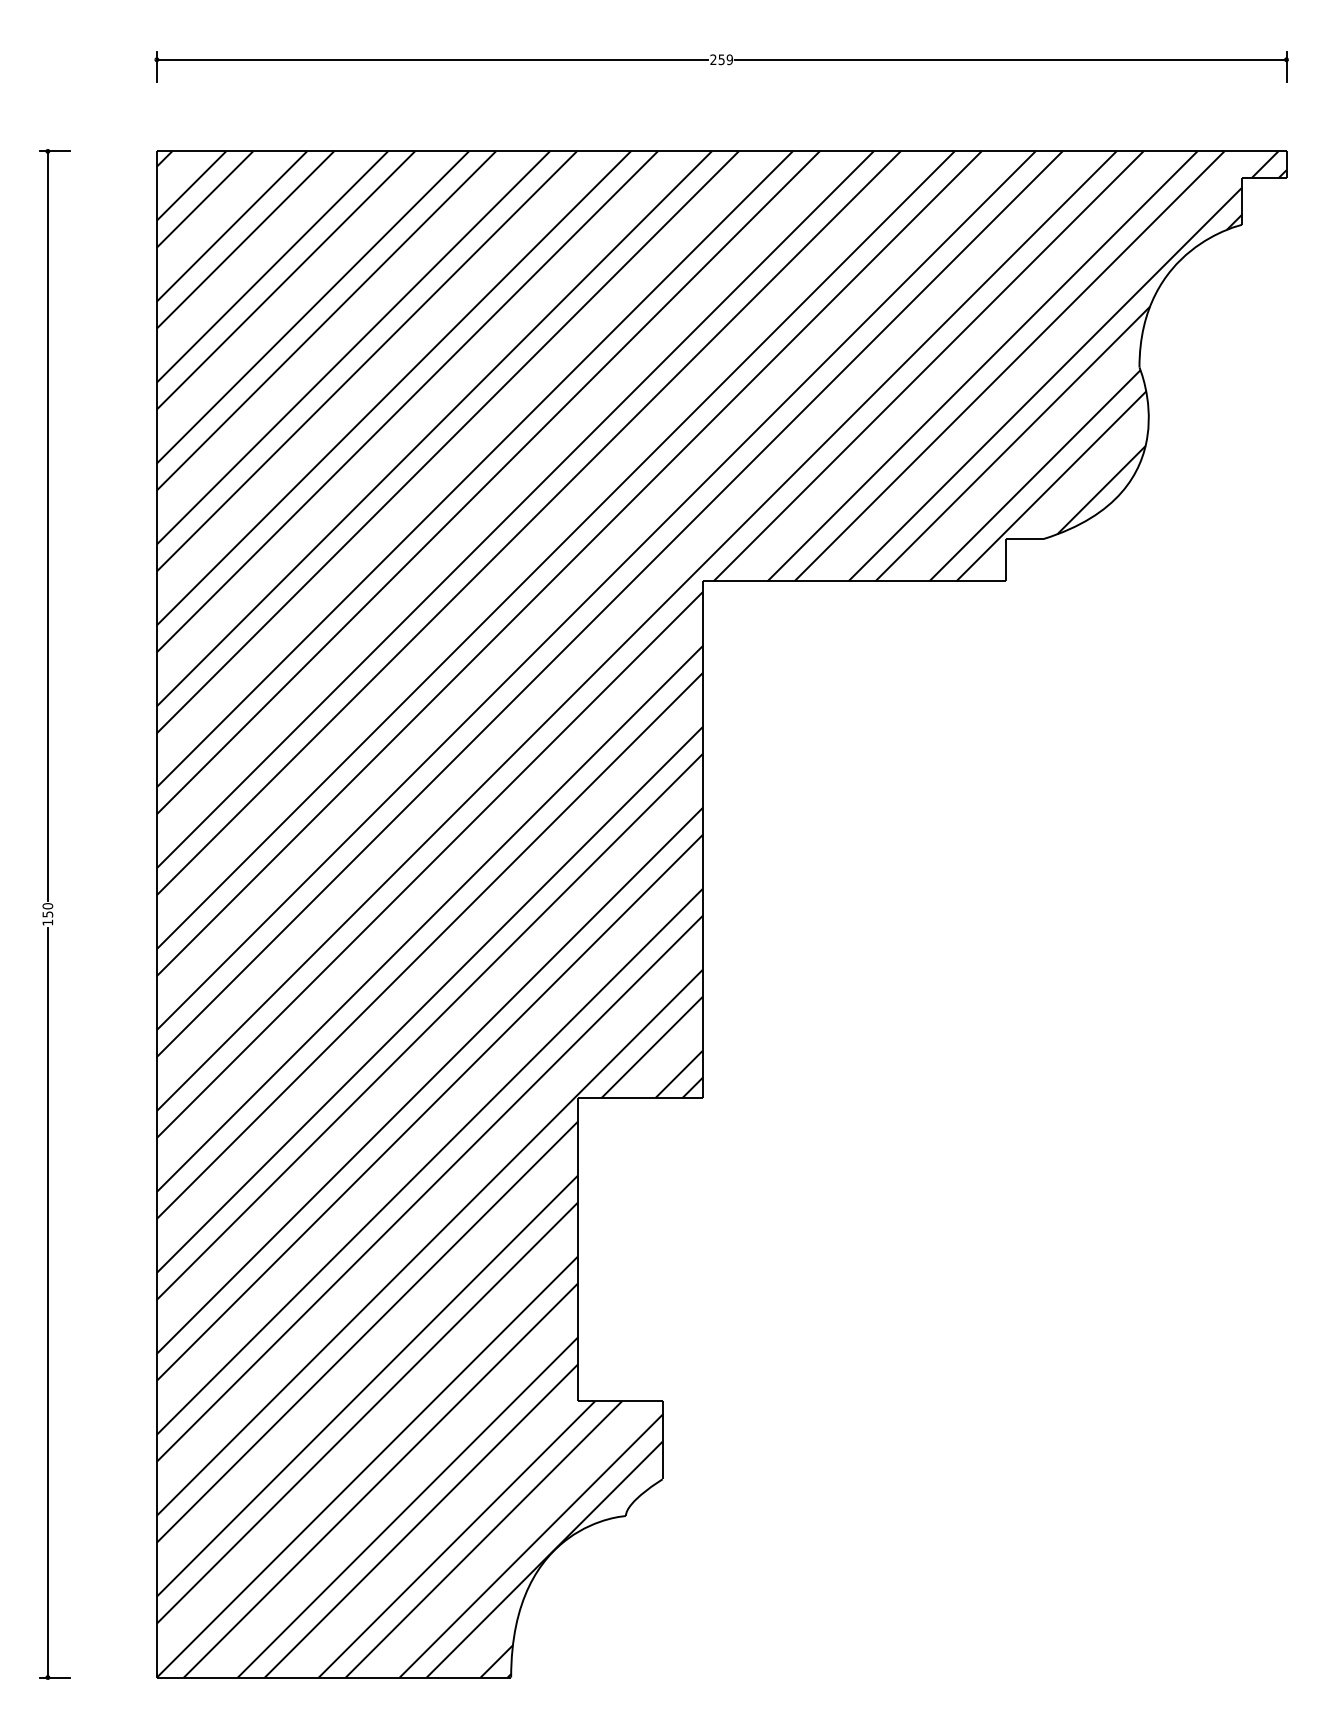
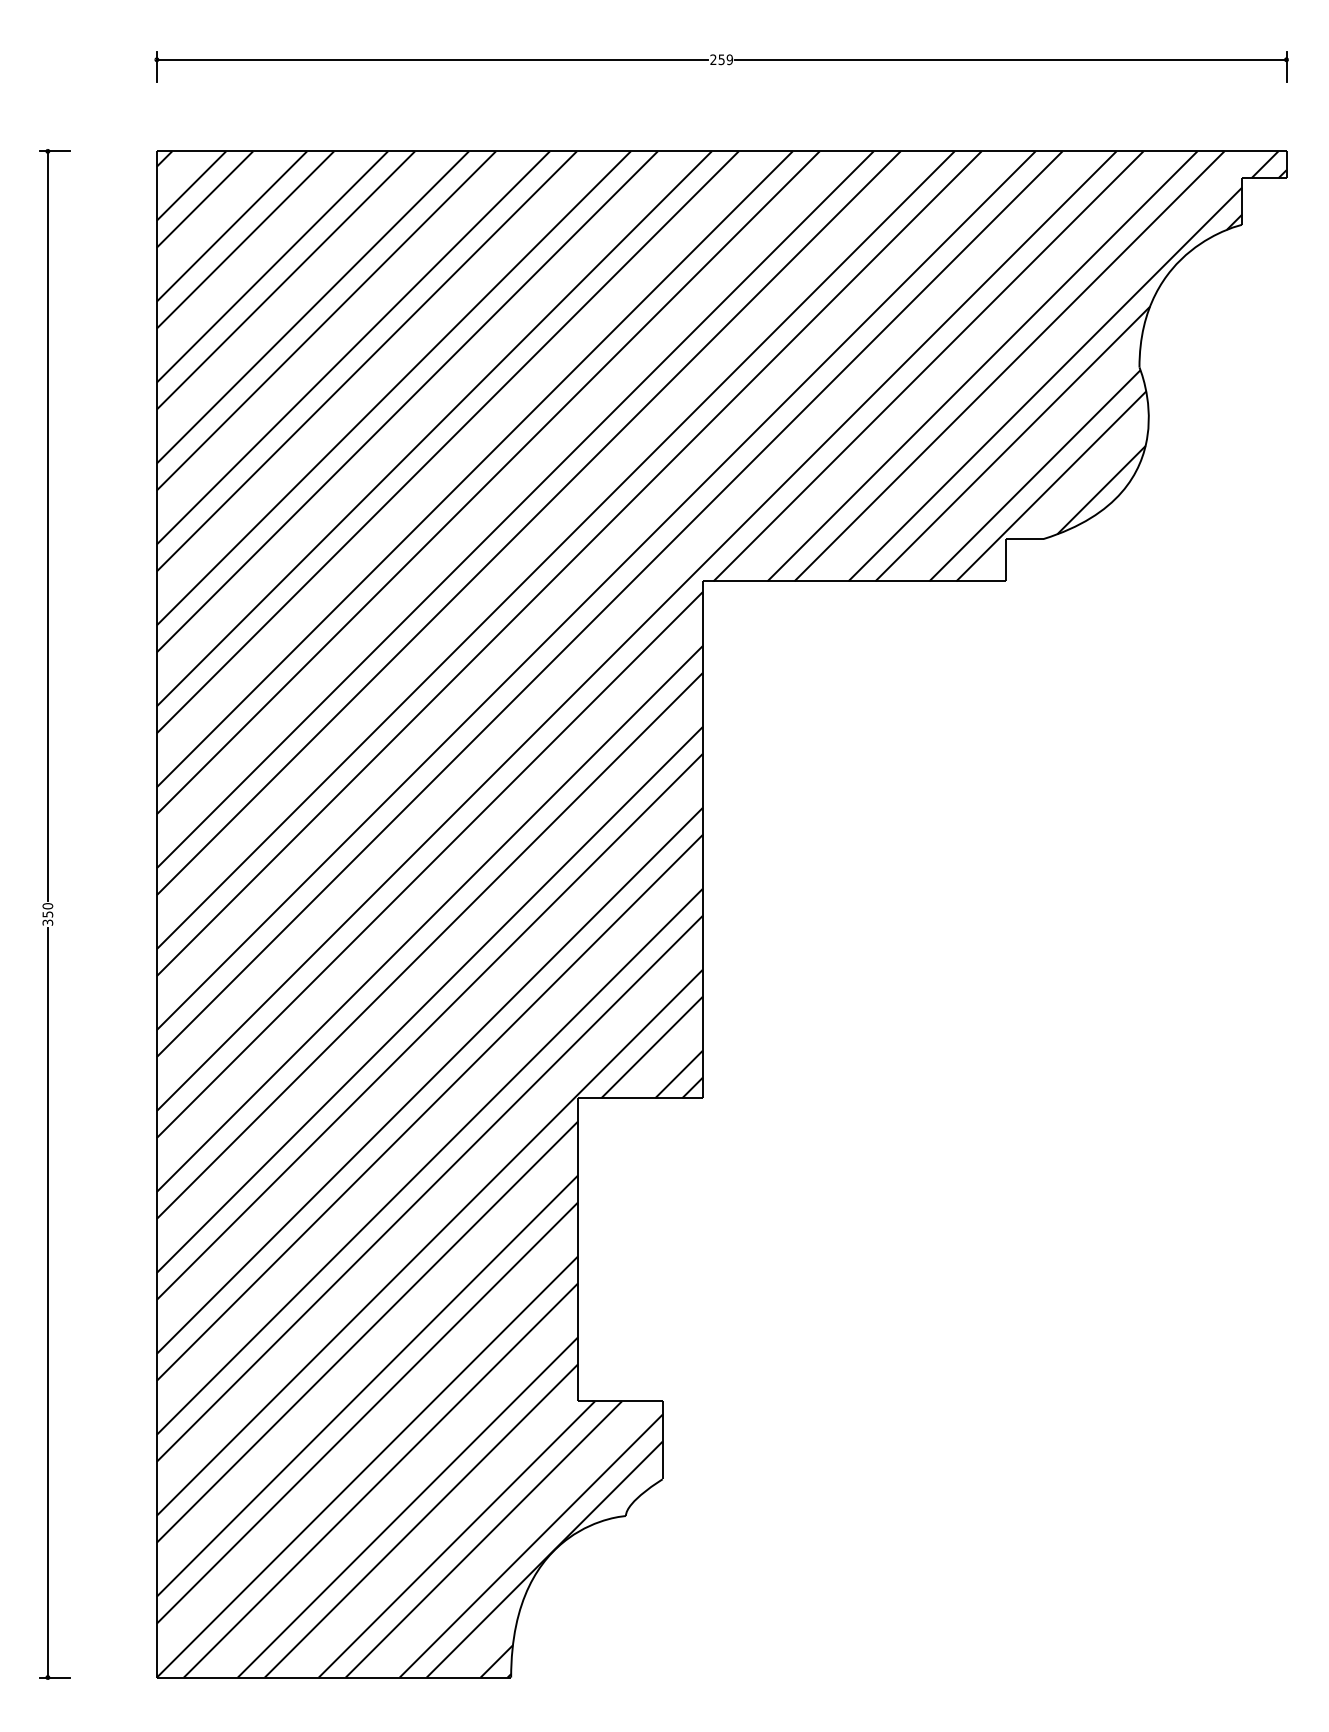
text at (47, 922): 150 -> 350
